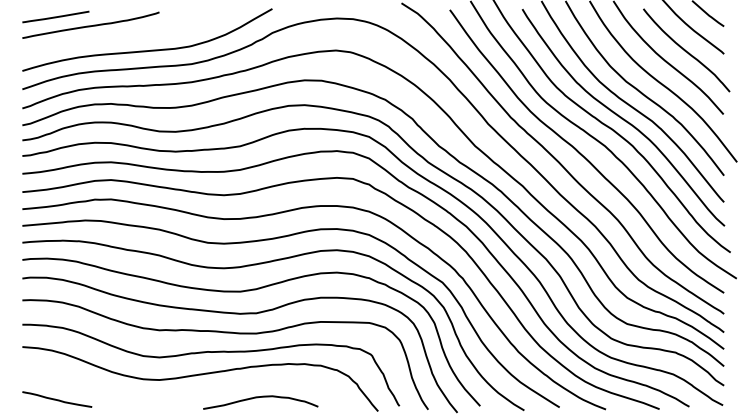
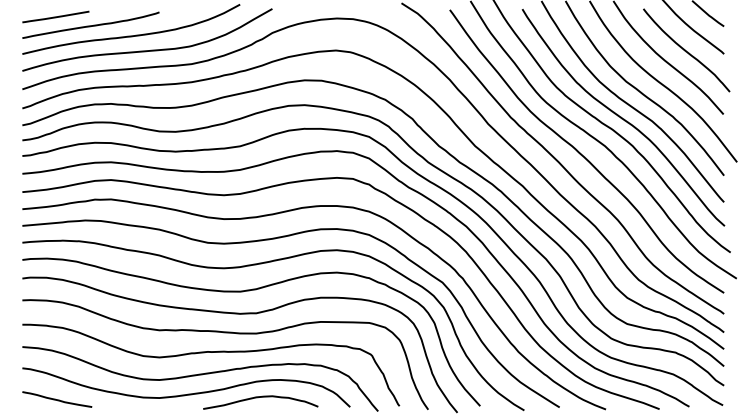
curve at (131, 35): none -> present
curve at (187, 393): none -> present
